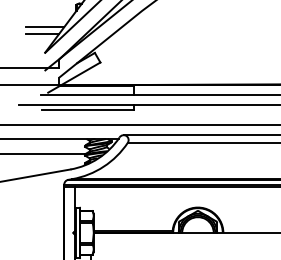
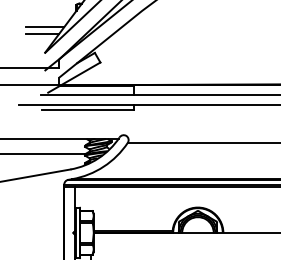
line at (139, 124): present -> none
line at (200, 135): present -> none
